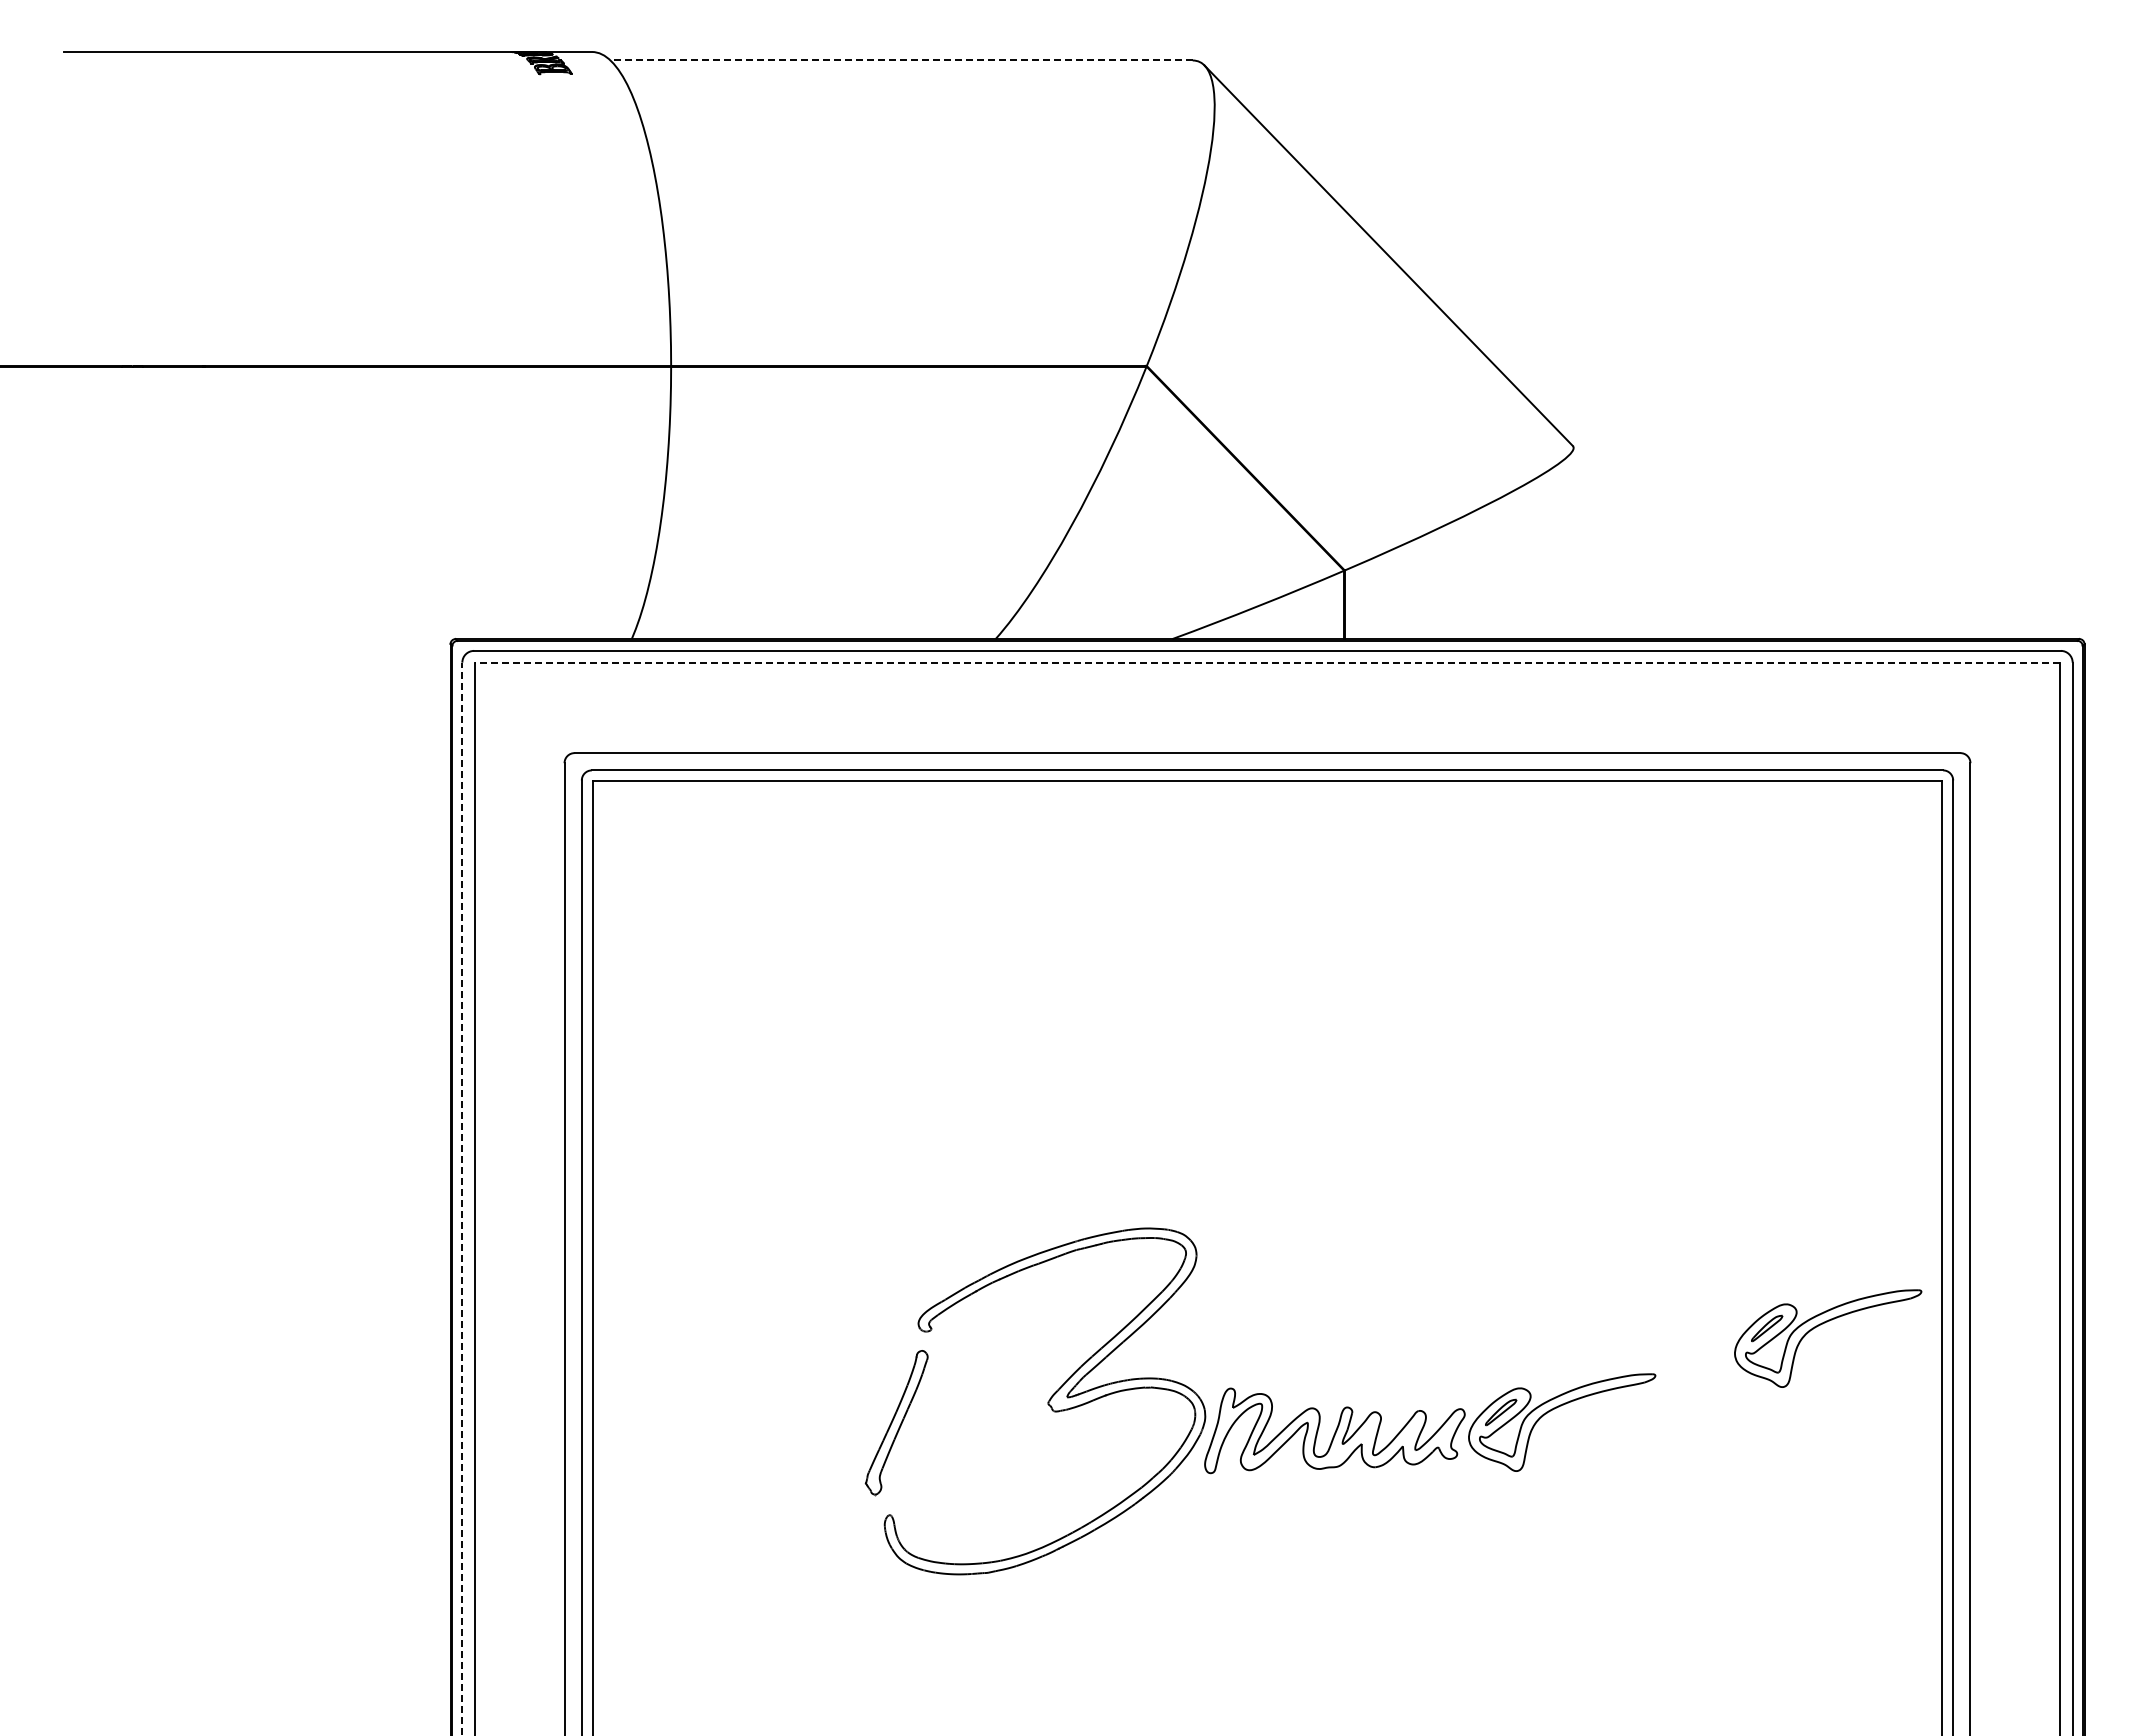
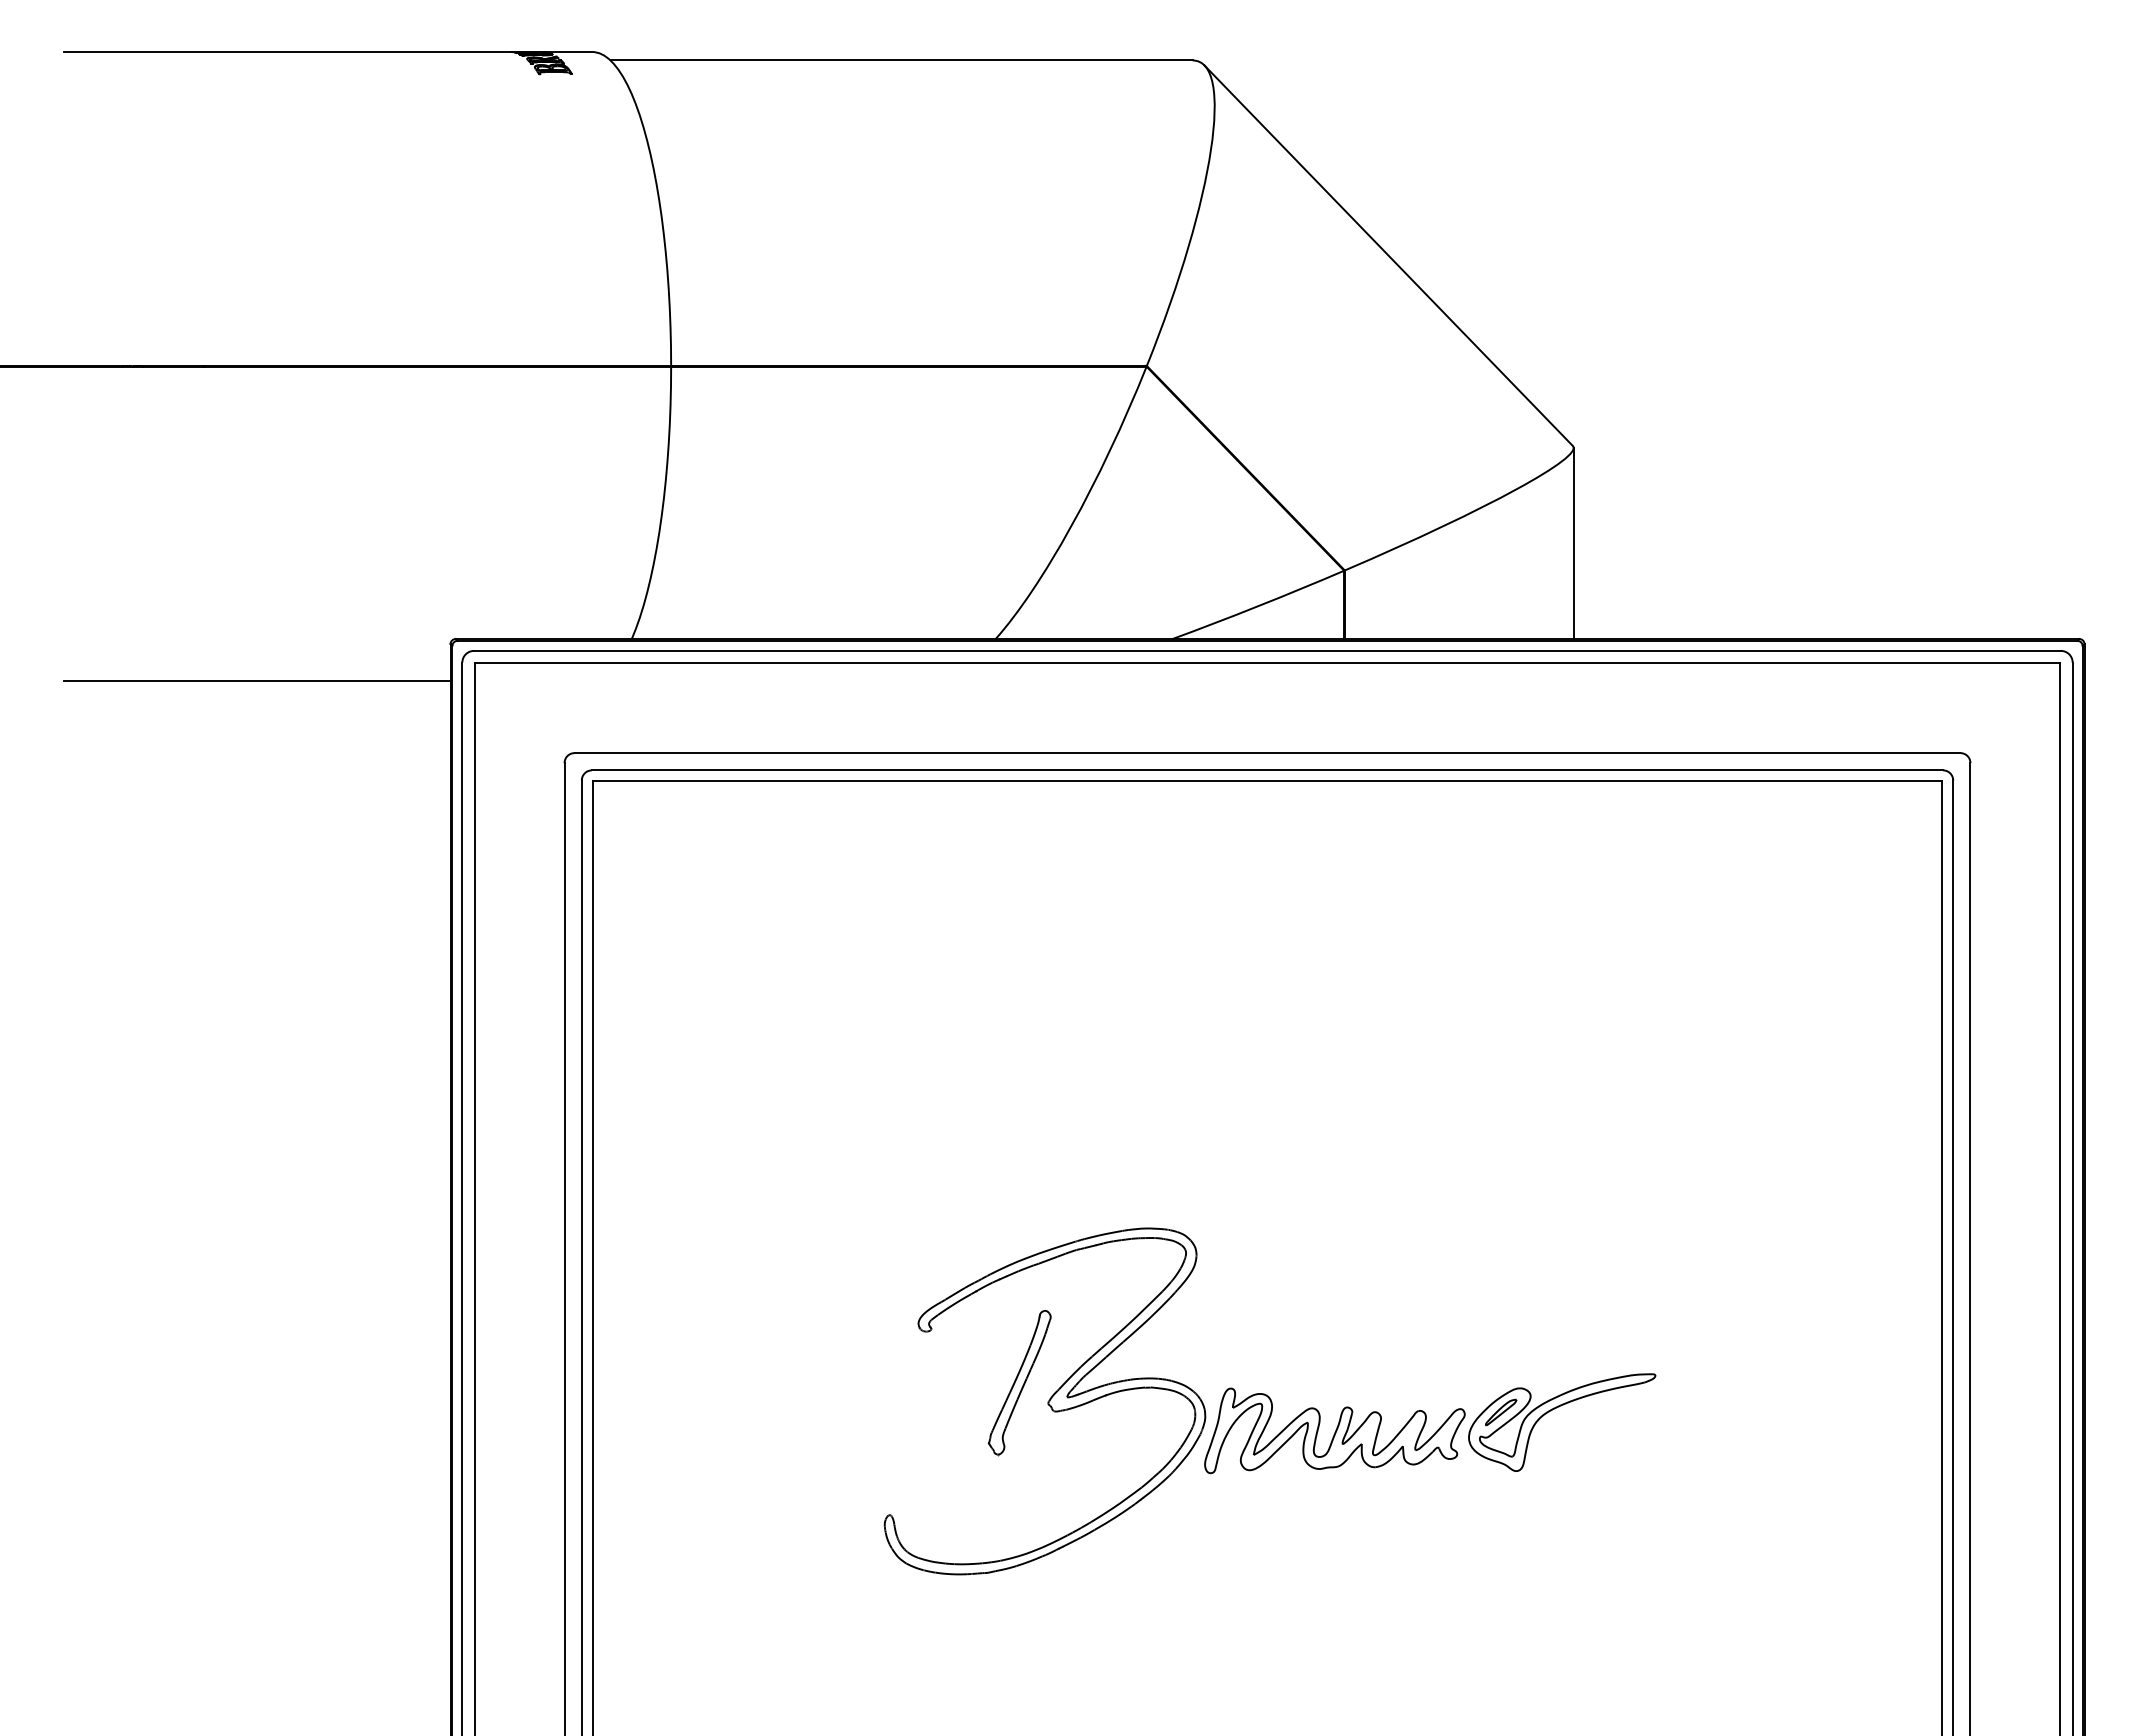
line at (901, 60): dashed -> solid
line at (1573, 543): none -> present
line at (1267, 663): dashed -> solid
line at (257, 681): none -> present
line at (462, 1198): dashed -> solid
part at (1822, 1324): present -> none
part at (896, 1423) position: (896, 1423) -> (1019, 1383)
